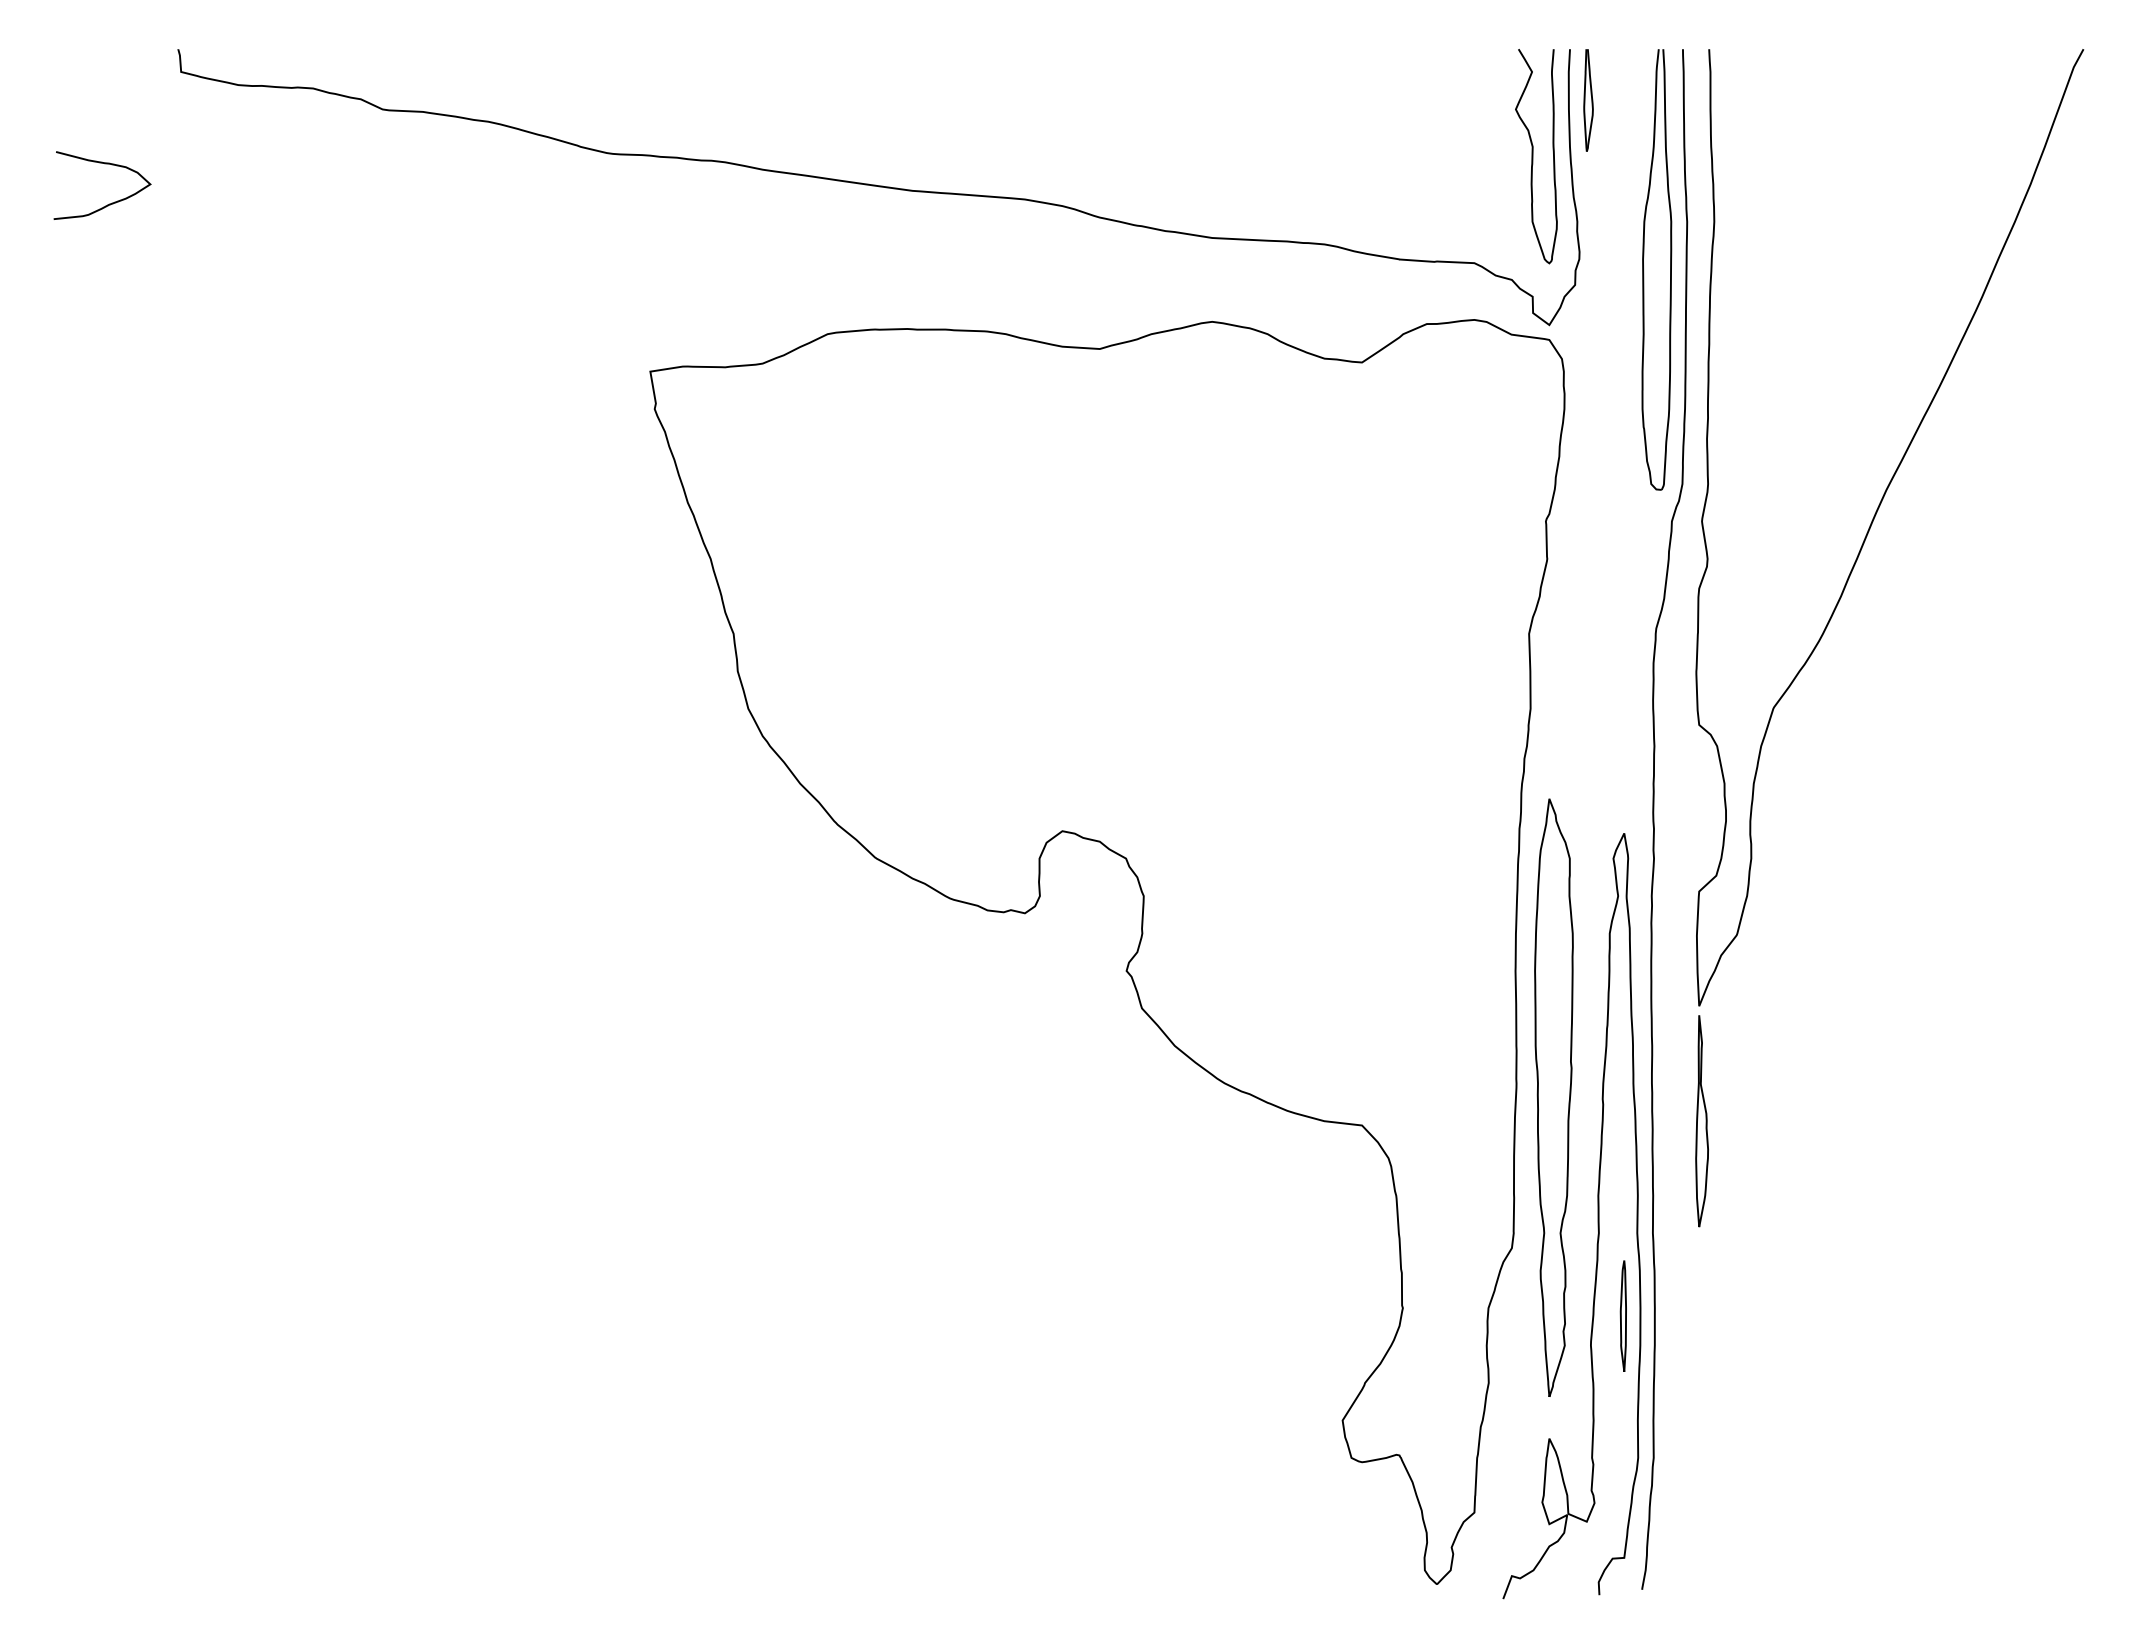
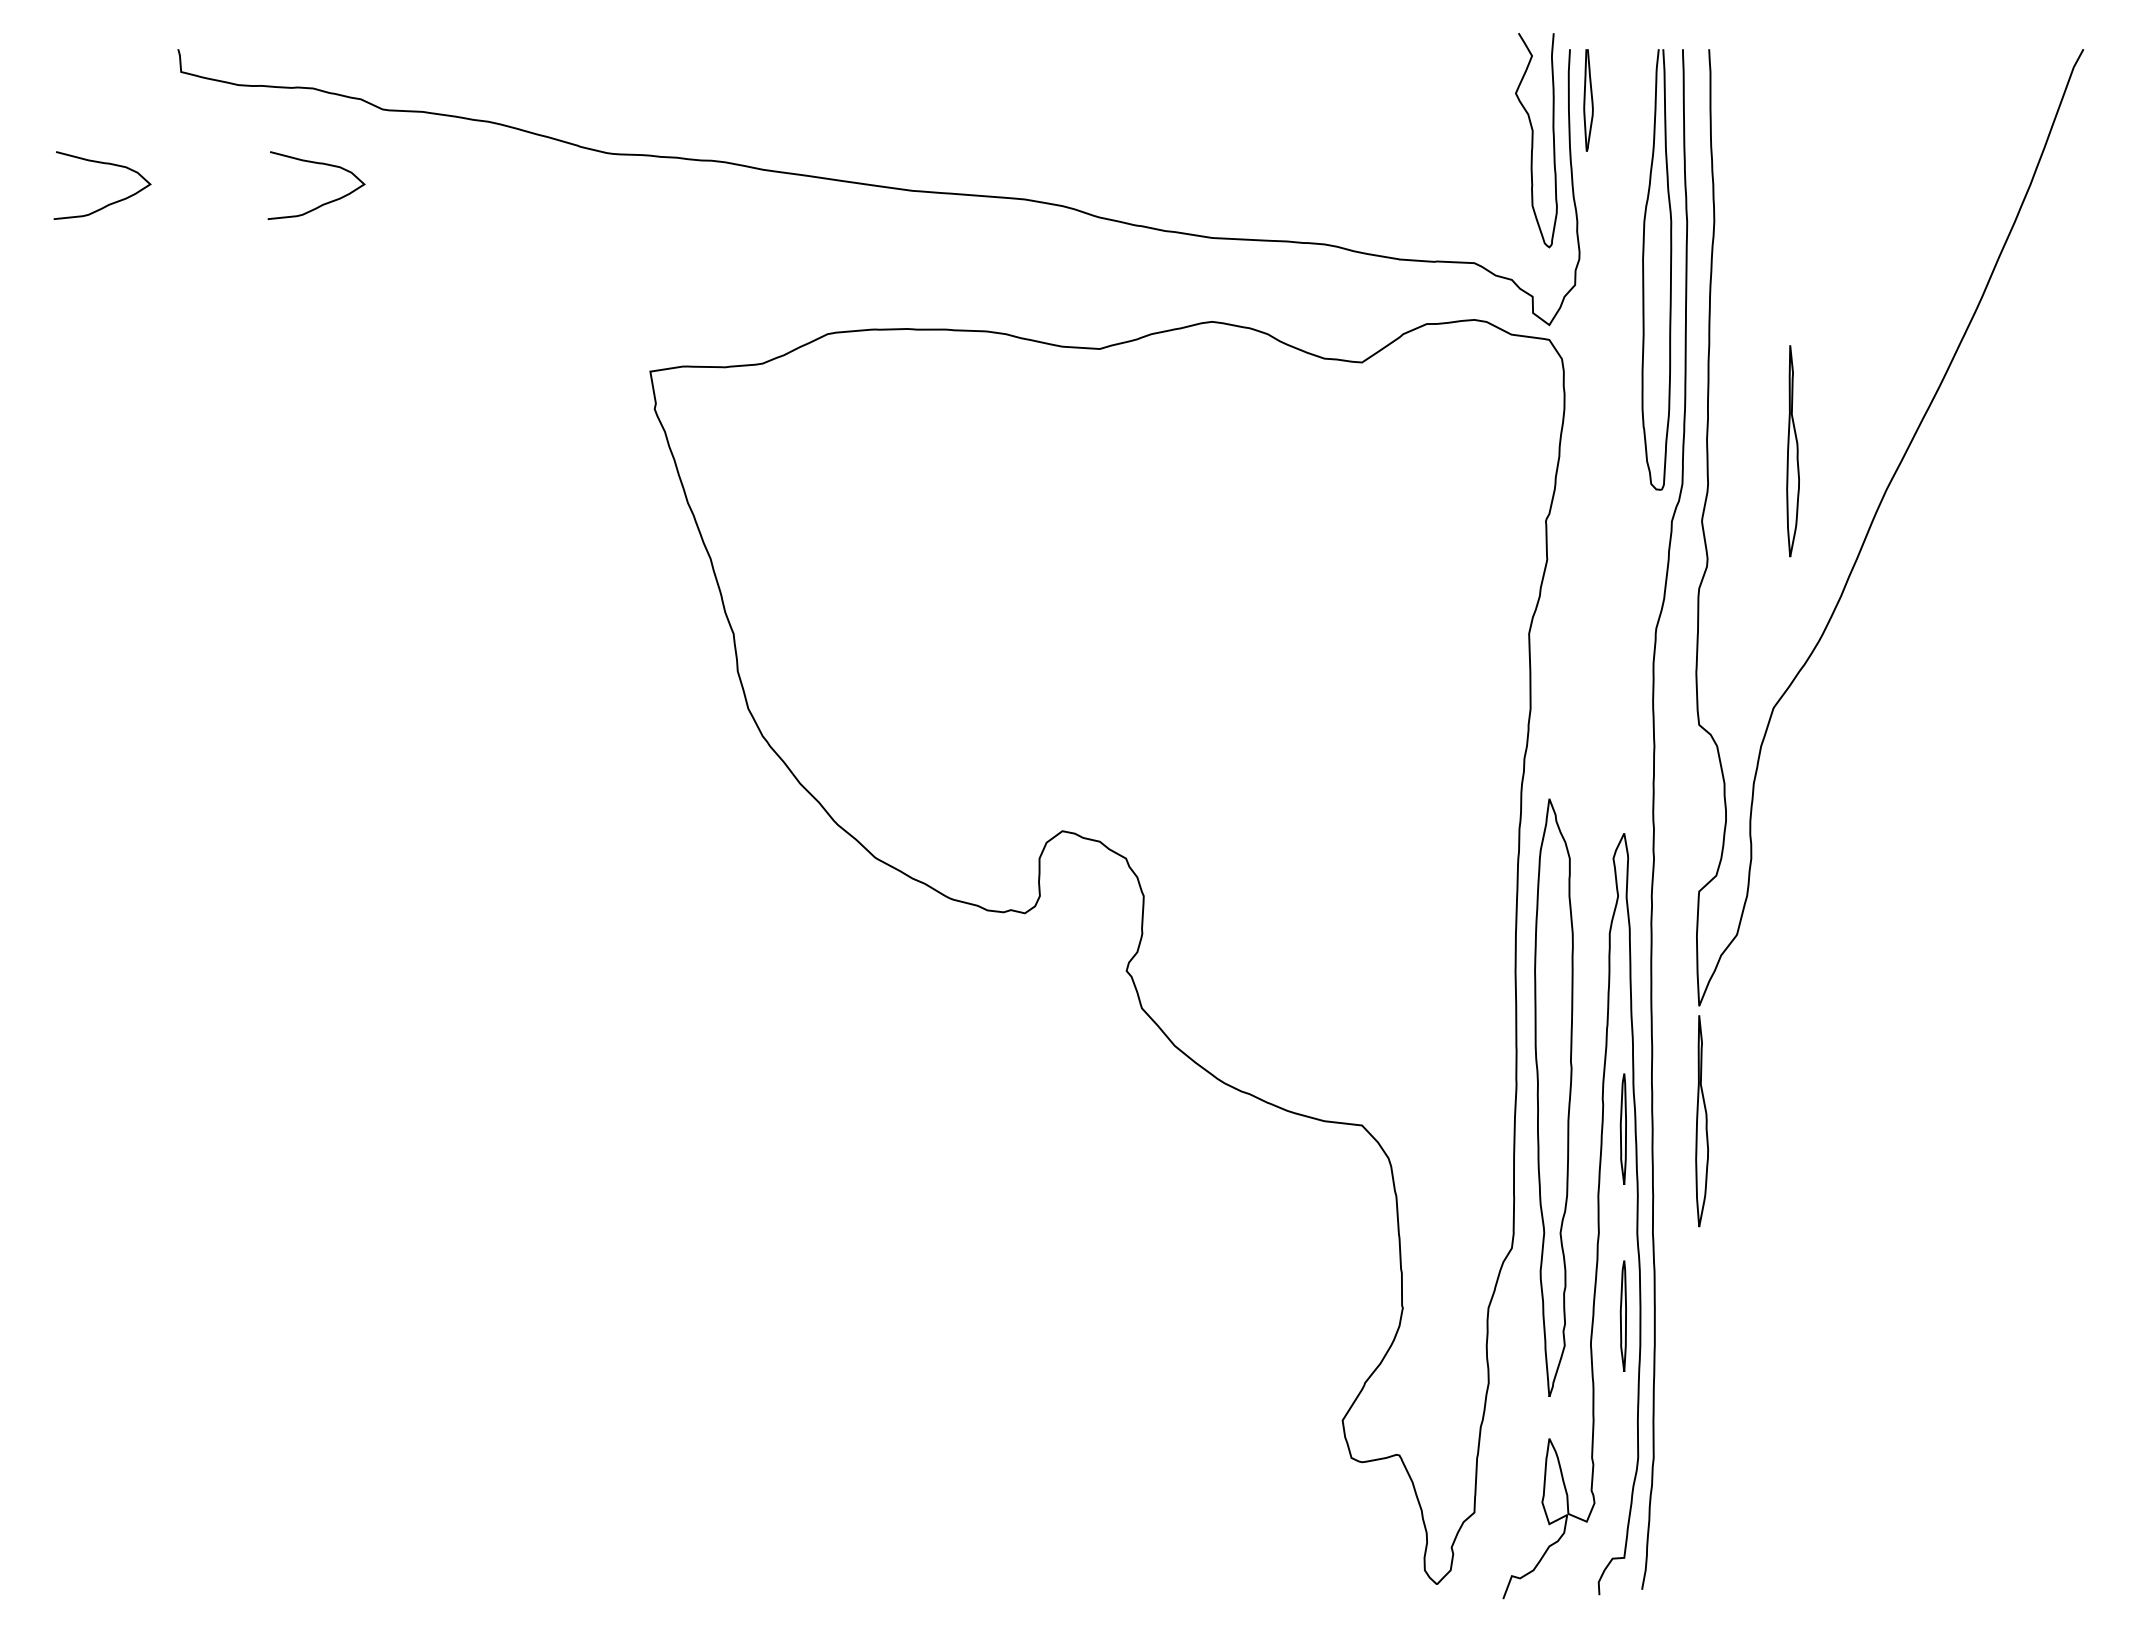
curve at (1533, 156) position: (1533, 156) -> (1533, 140)
curve at (323, 203): none -> present
part at (1792, 451): none -> present
part at (1622, 1128): none -> present
